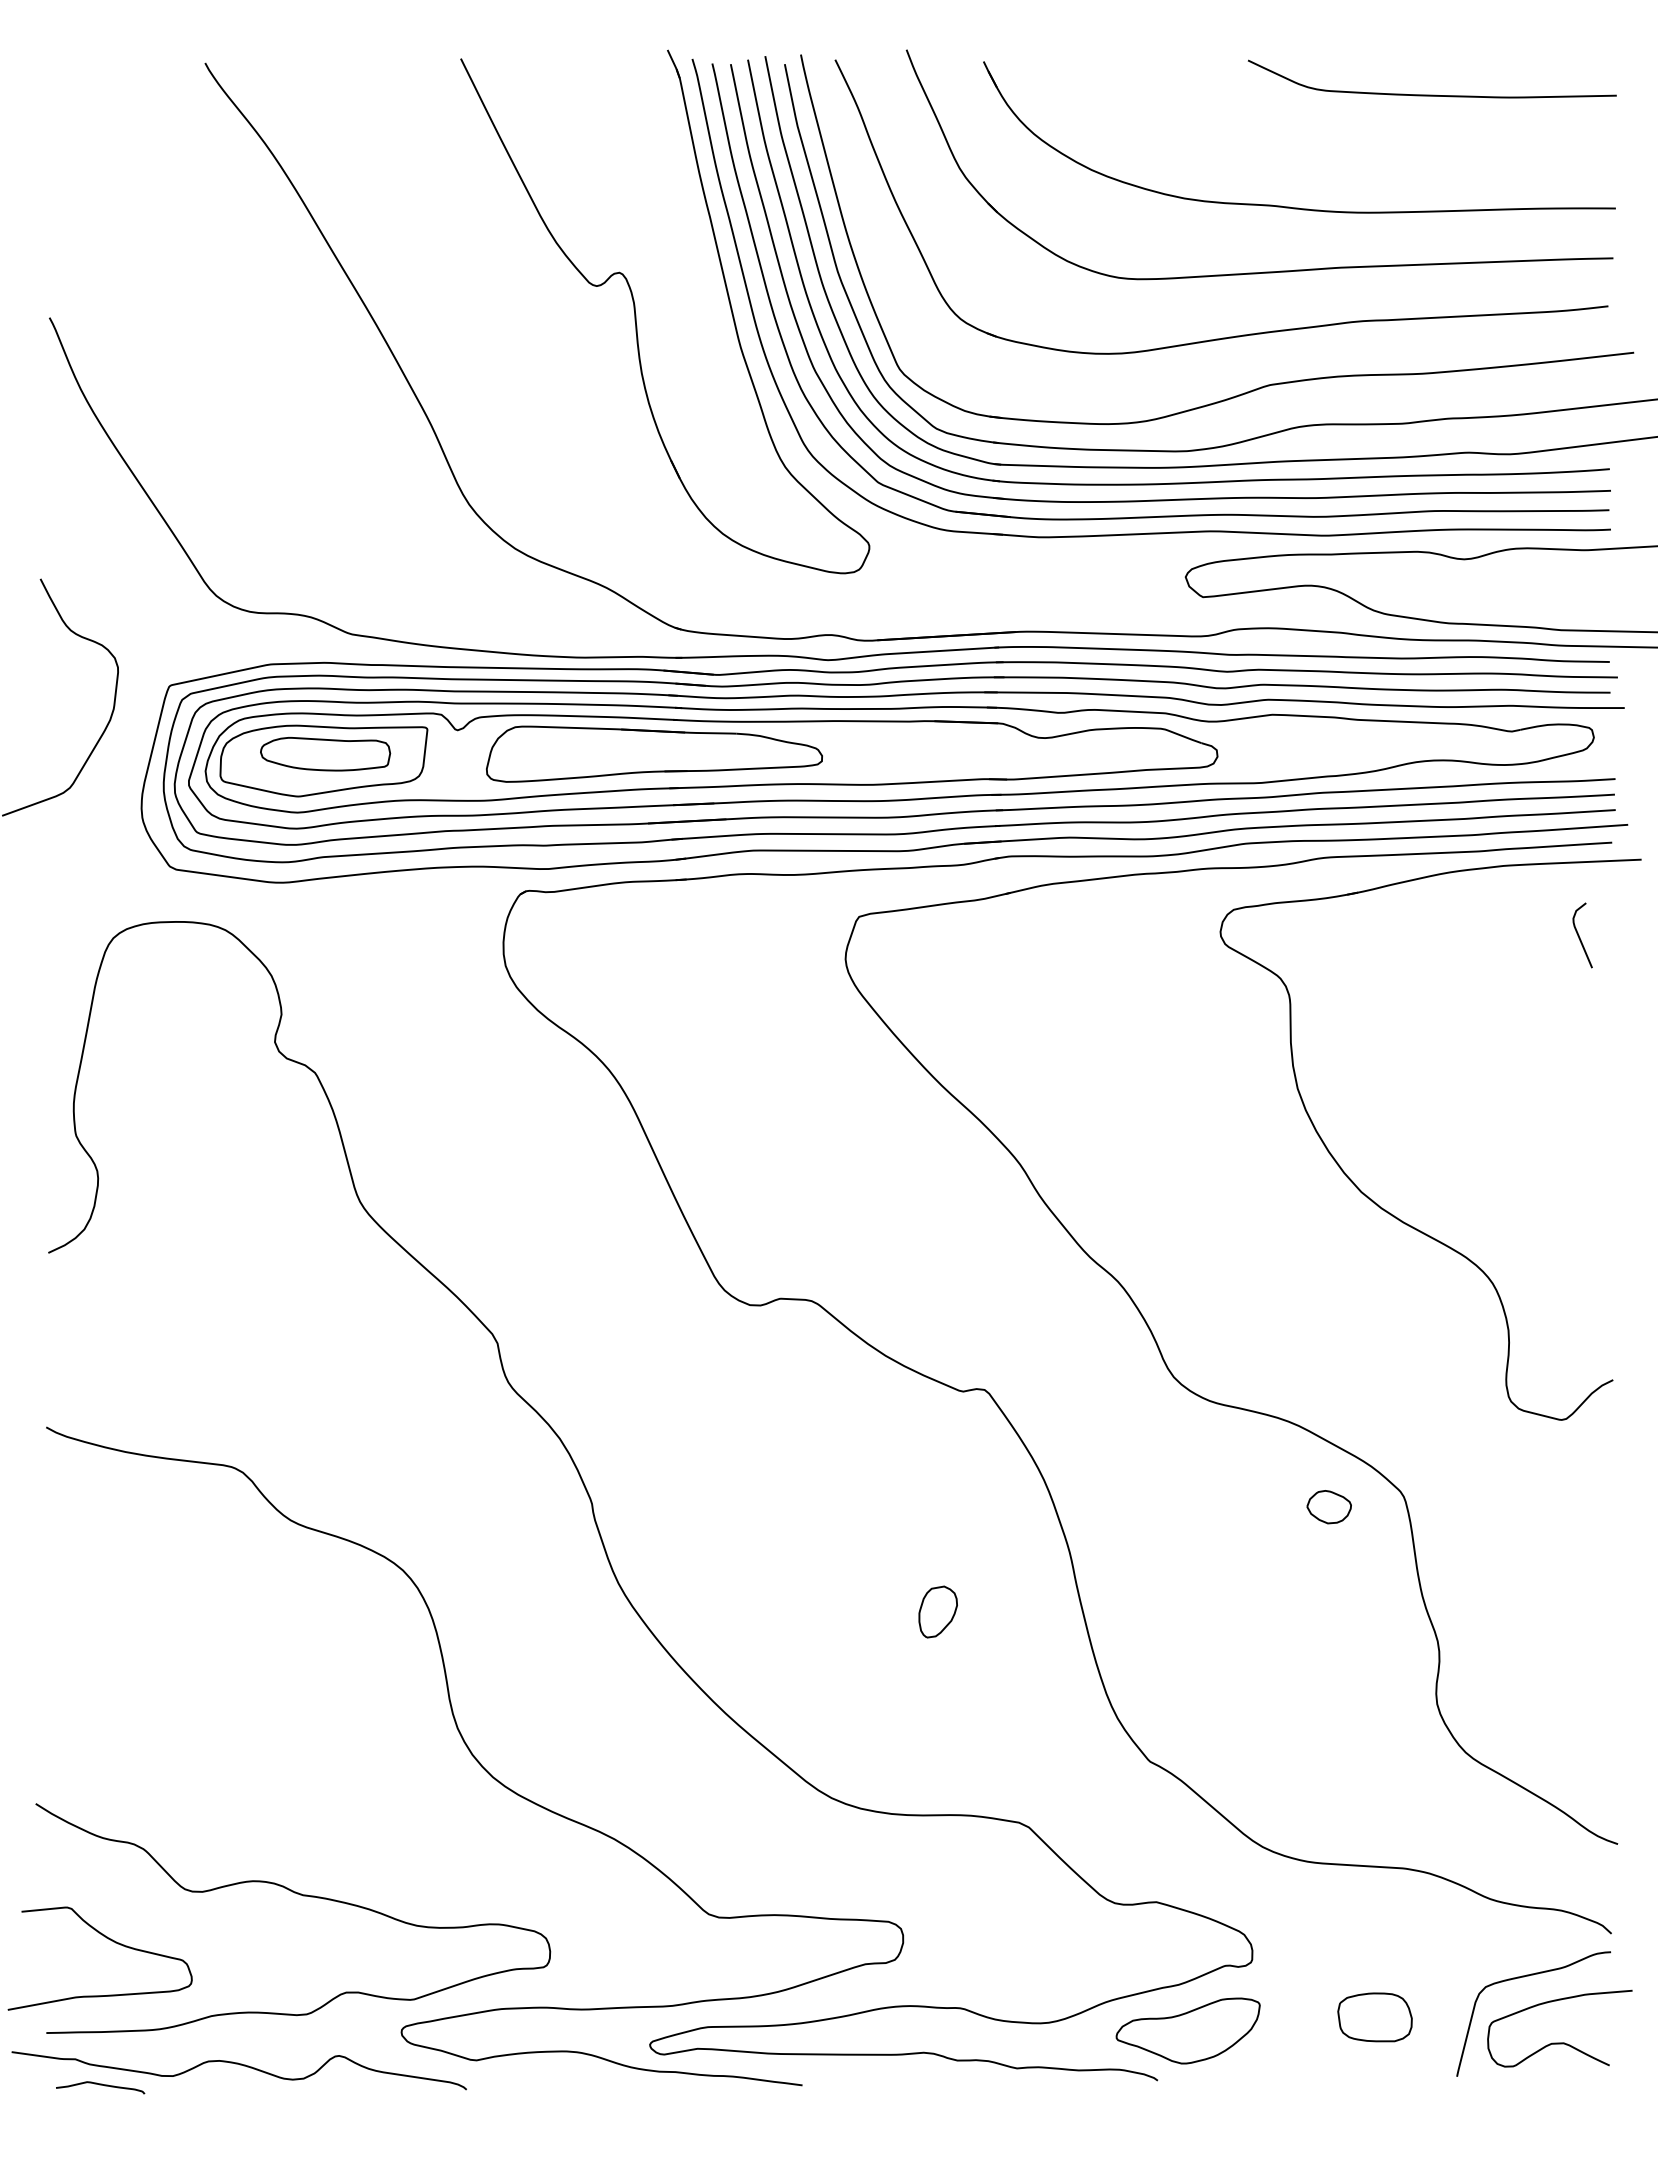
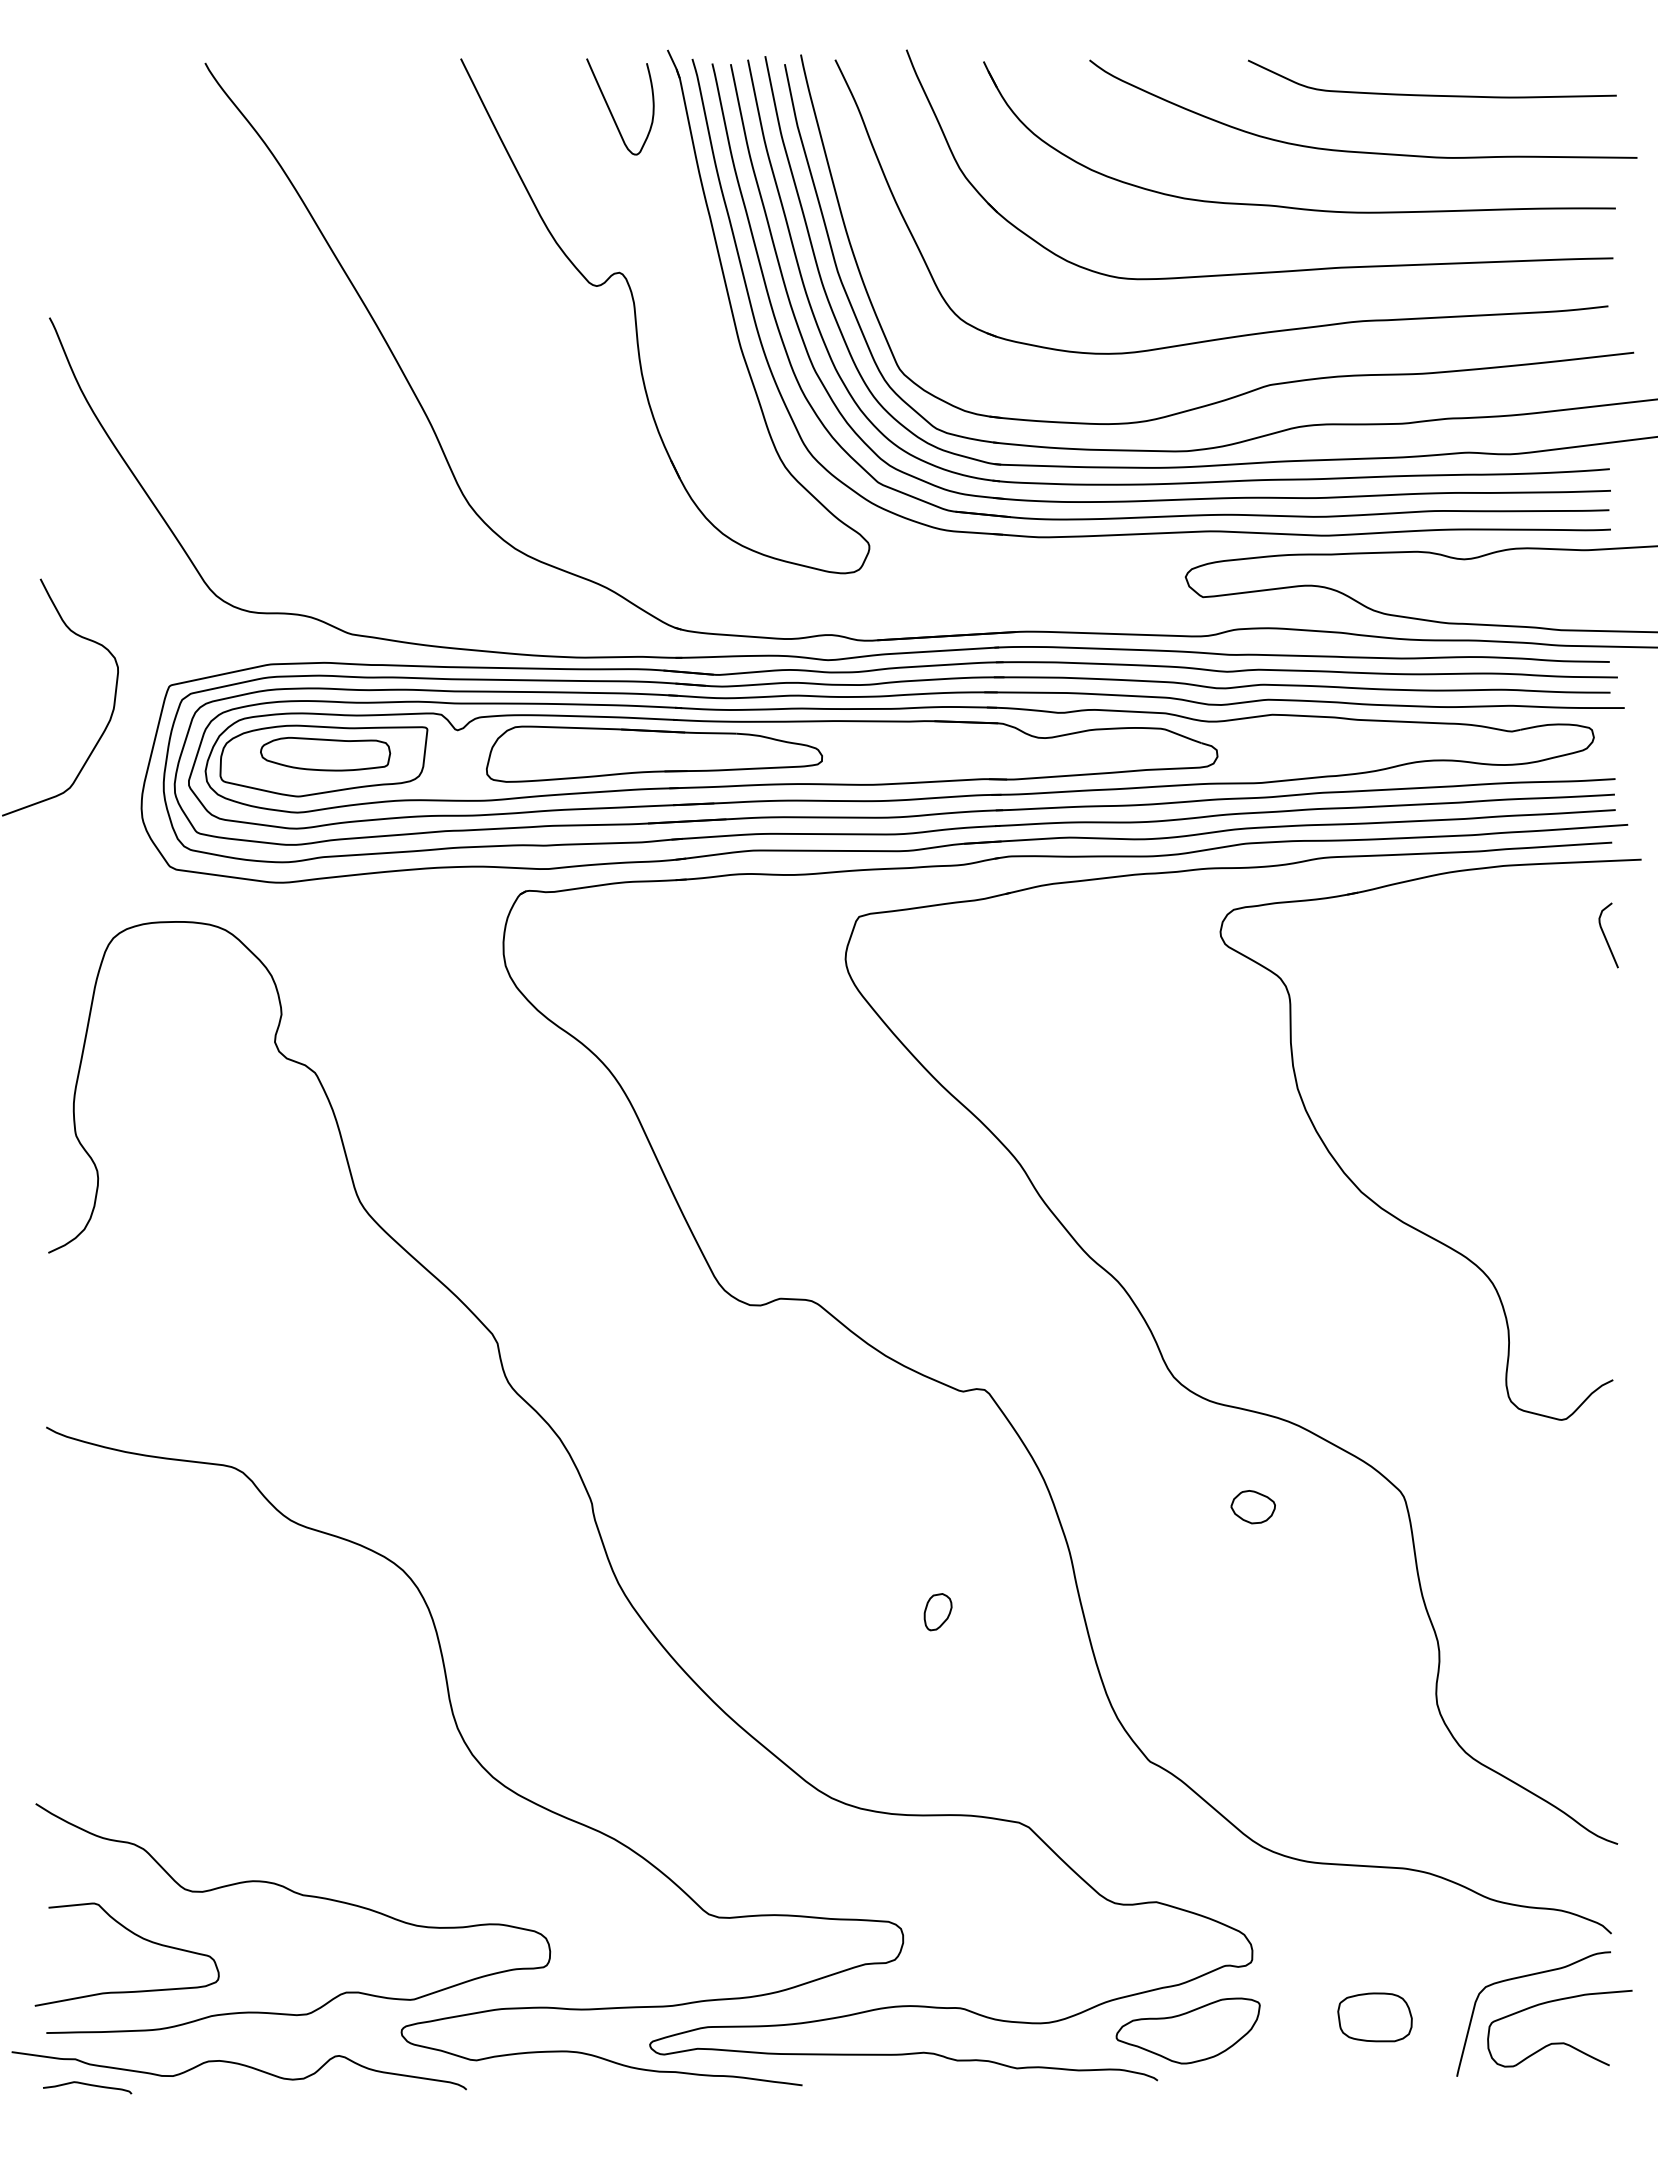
curve at (611, 111): none -> present
curve at (1363, 151): none -> present
curve at (1580, 937) position: (1580, 937) -> (1606, 937)
part at (1328, 1507) position: (1328, 1507) -> (1252, 1507)
part at (937, 1611) size: 40x54 px -> 30x39 px
curve at (108, 1939) position: (108, 1939) -> (135, 1935)
curve at (100, 2085) position: (100, 2085) -> (87, 2085)
